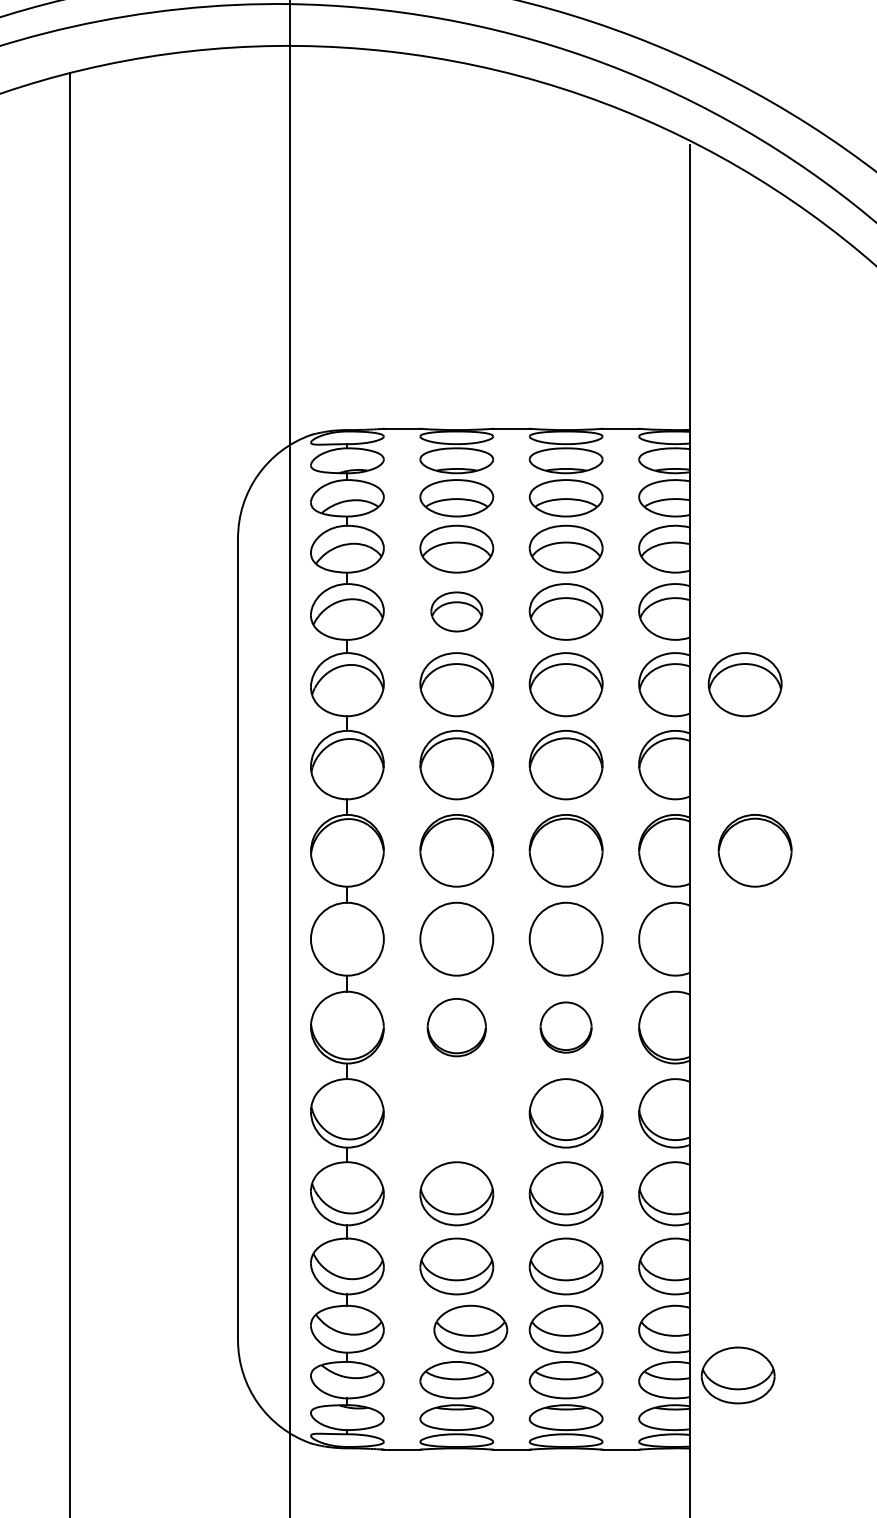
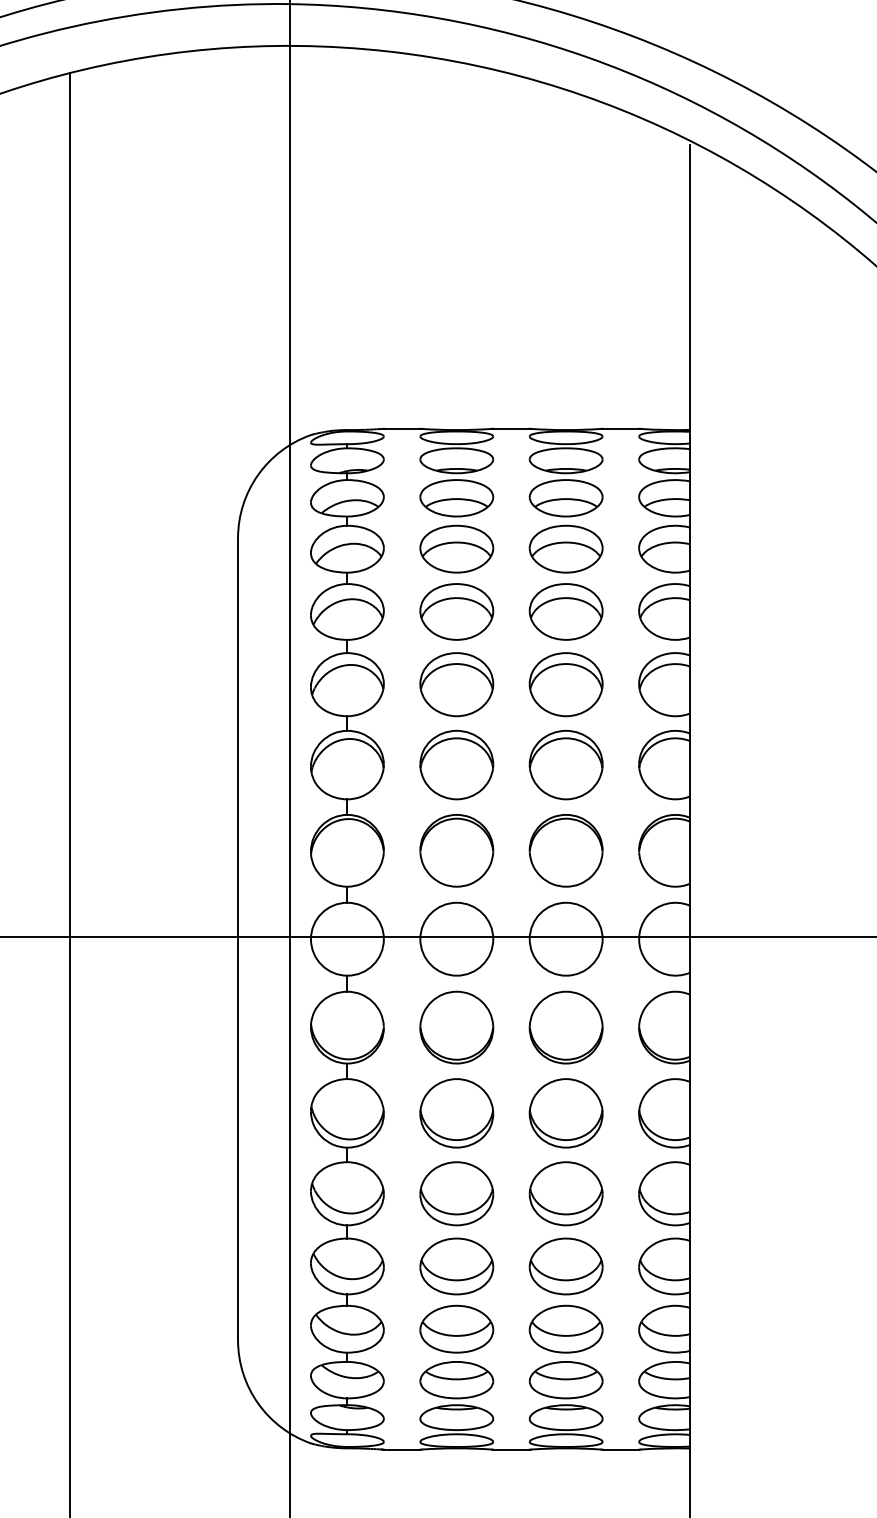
part at (456, 611) size: 54x42 px -> 76x58 px
part at (744, 684): present -> none
part at (754, 850): present -> none
line at (437, 937): none -> present
part at (456, 1027) size: 61x60 px -> 76x75 px
part at (565, 1027) size: 54x53 px -> 76x75 px
part at (456, 1113): none -> present
part at (470, 1328) position: (470, 1328) -> (456, 1328)
part at (737, 1375): present -> none
